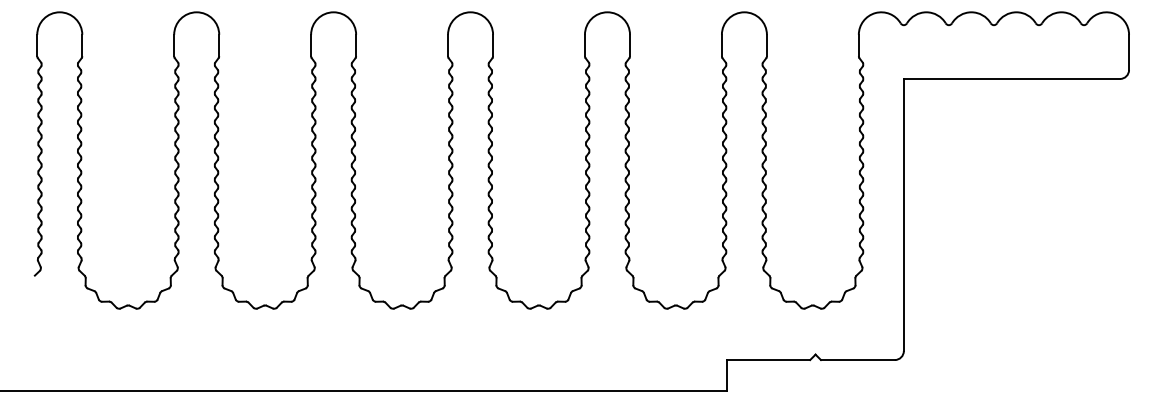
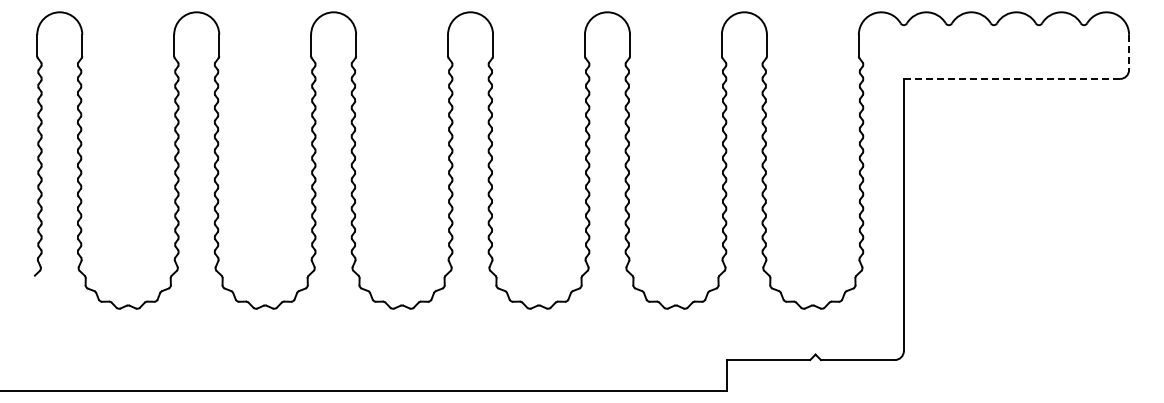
line at (1129, 52): solid -> dashed
line at (1011, 78): solid -> dashed
